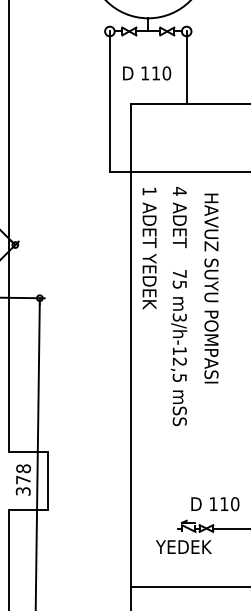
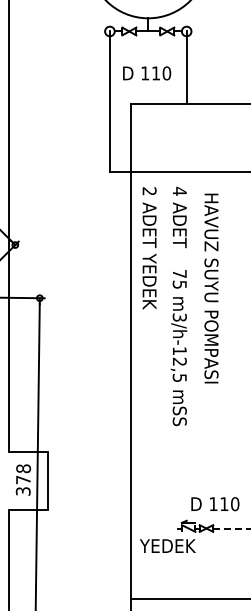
text at (149, 191): 1 -> 2
line at (232, 528): solid -> dashed
text at (183, 546) position: (183, 546) -> (167, 545)
line at (189, 586) position: (189, 586) -> (189, 598)
